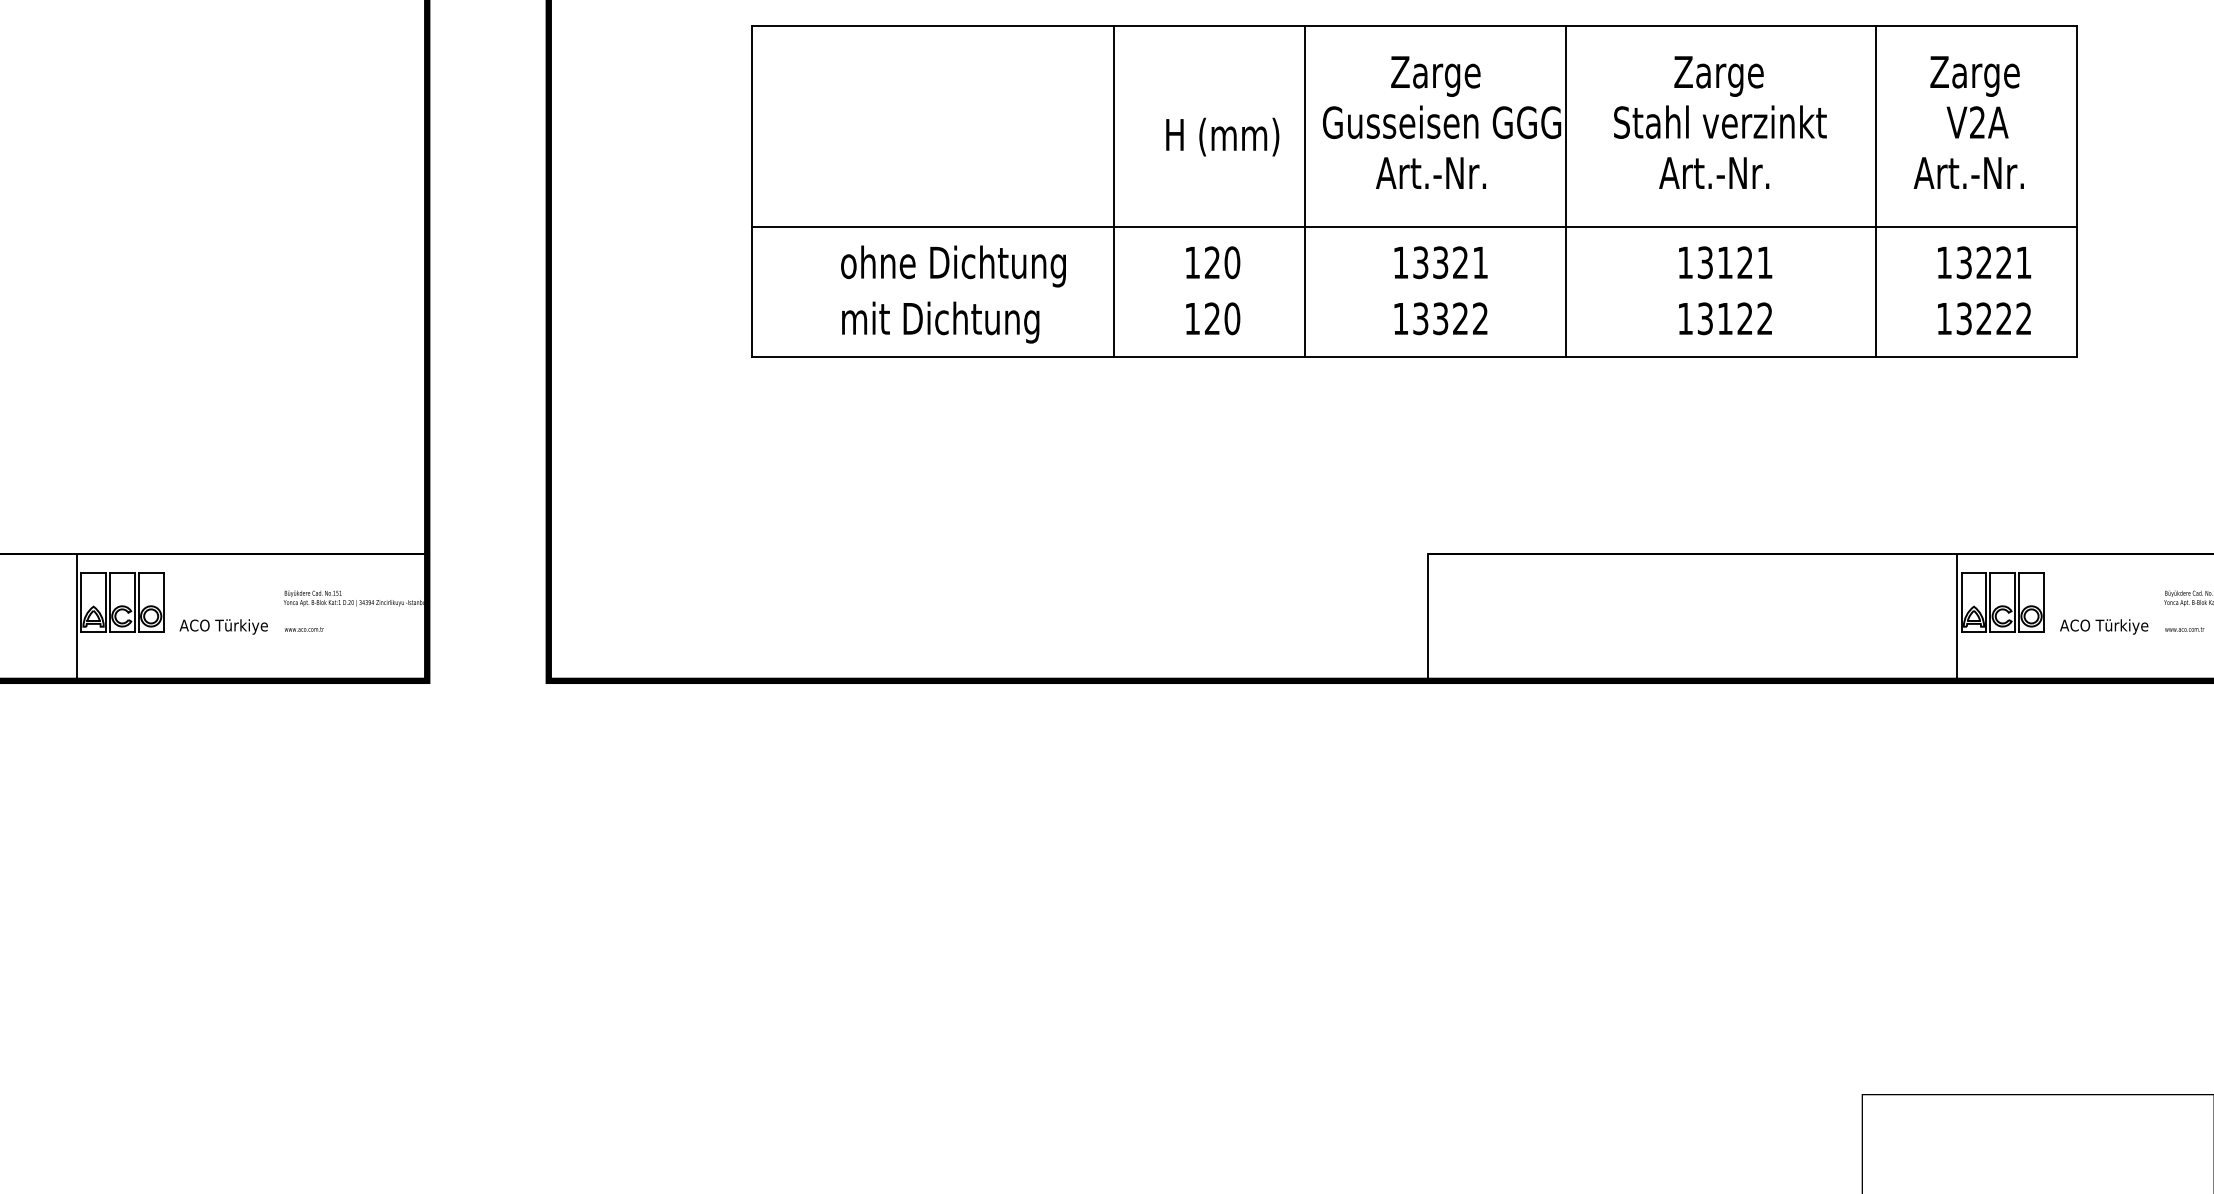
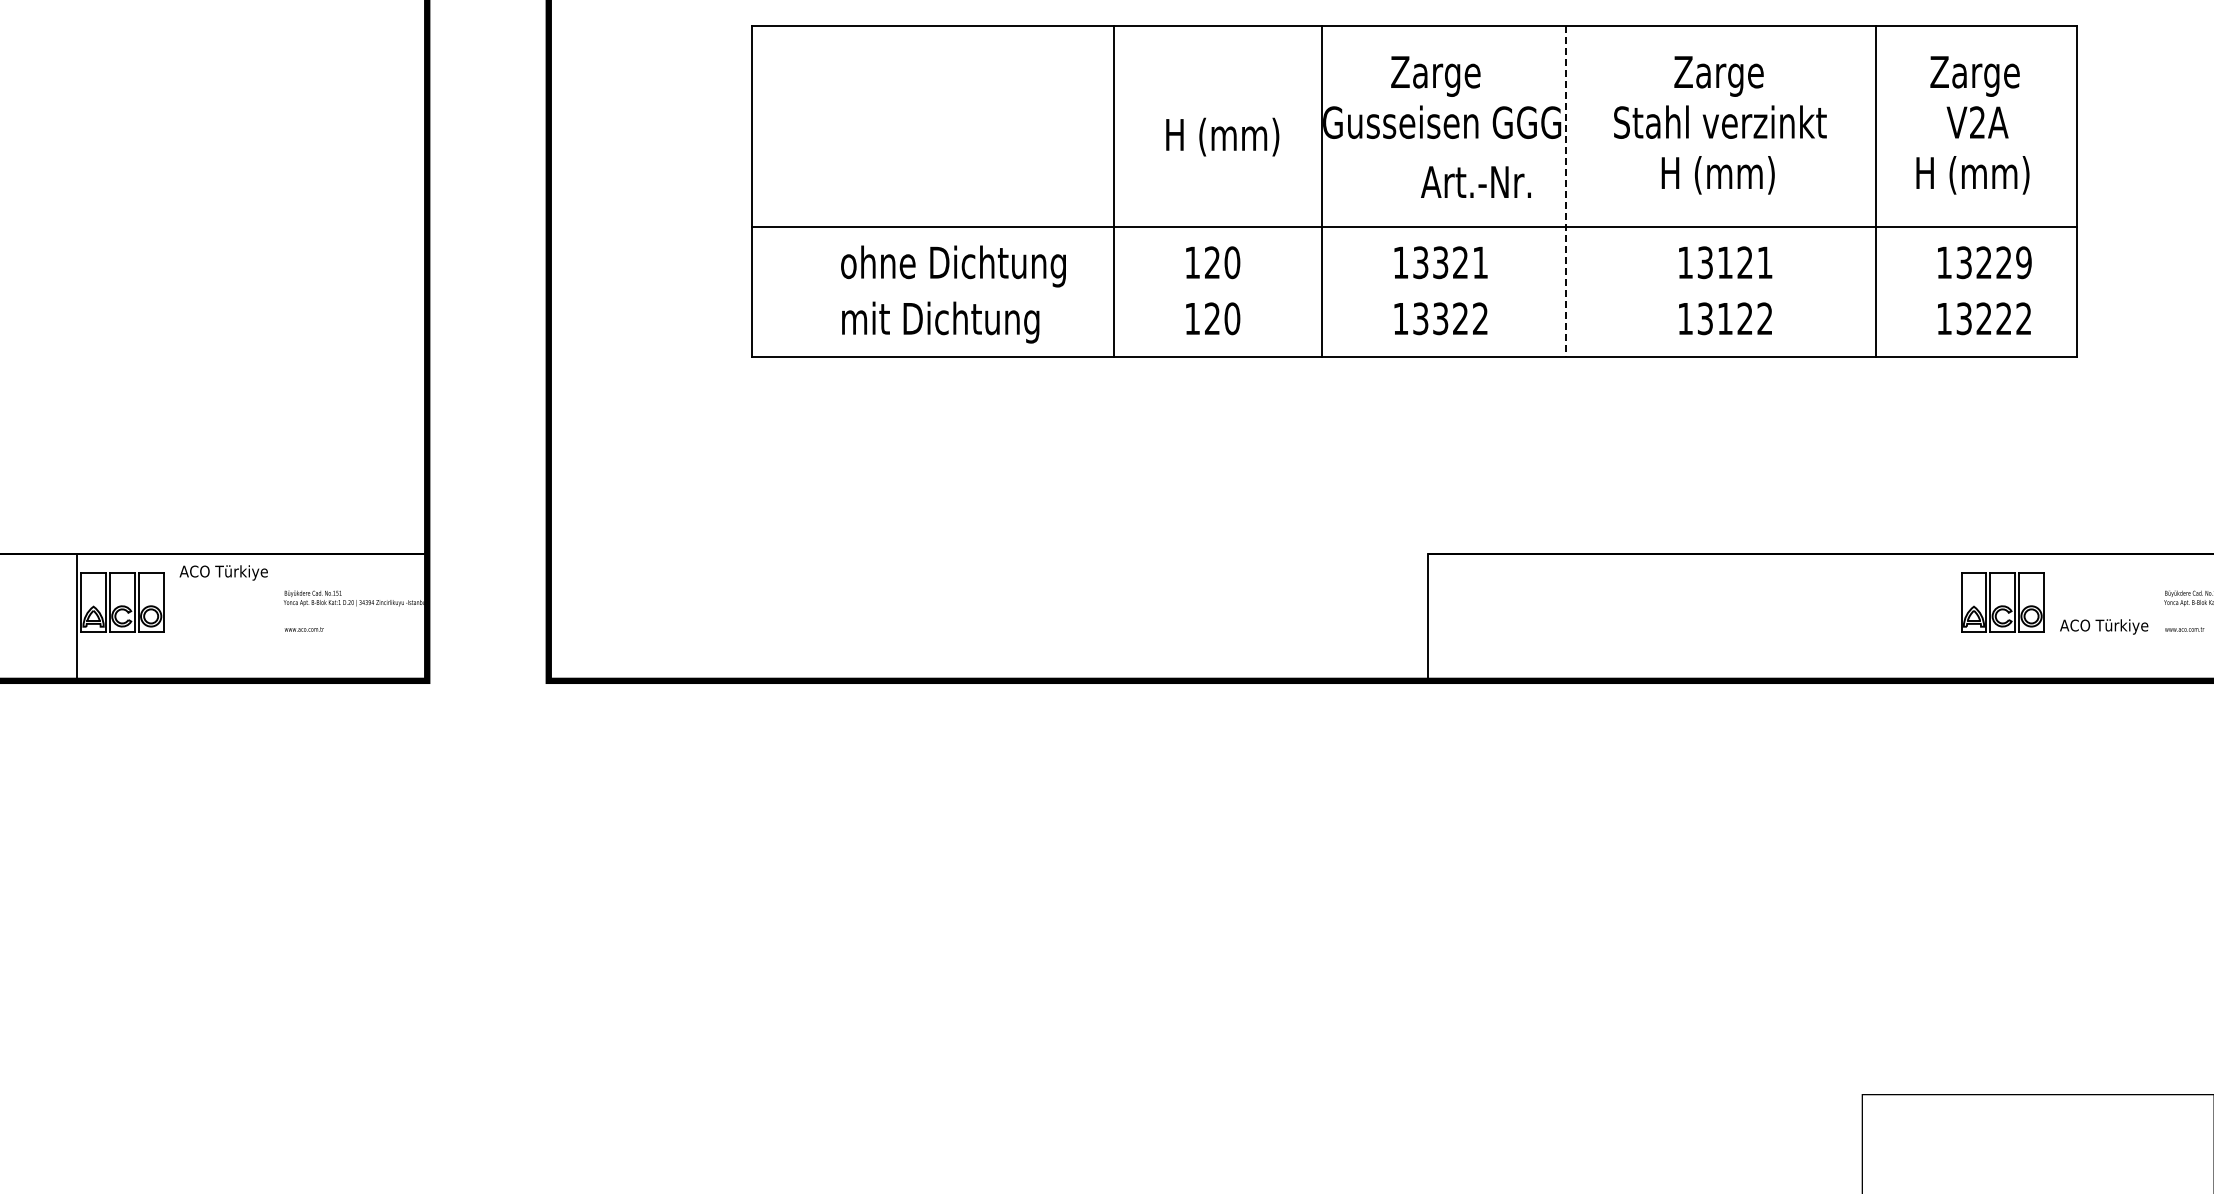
text at (1430, 172) position: (1430, 172) -> (1475, 181)
text at (1716, 175): Art.-Nr. -> H (mm)
text at (1971, 175): Art.-Nr. -> H (mm)
line at (1304, 191) position: (1304, 191) -> (1321, 191)
line at (1566, 192): solid -> dashed
text at (2023, 262): 13221 -> 13229
line at (1957, 617): present -> none
text at (223, 626) position: (223, 626) -> (223, 572)
